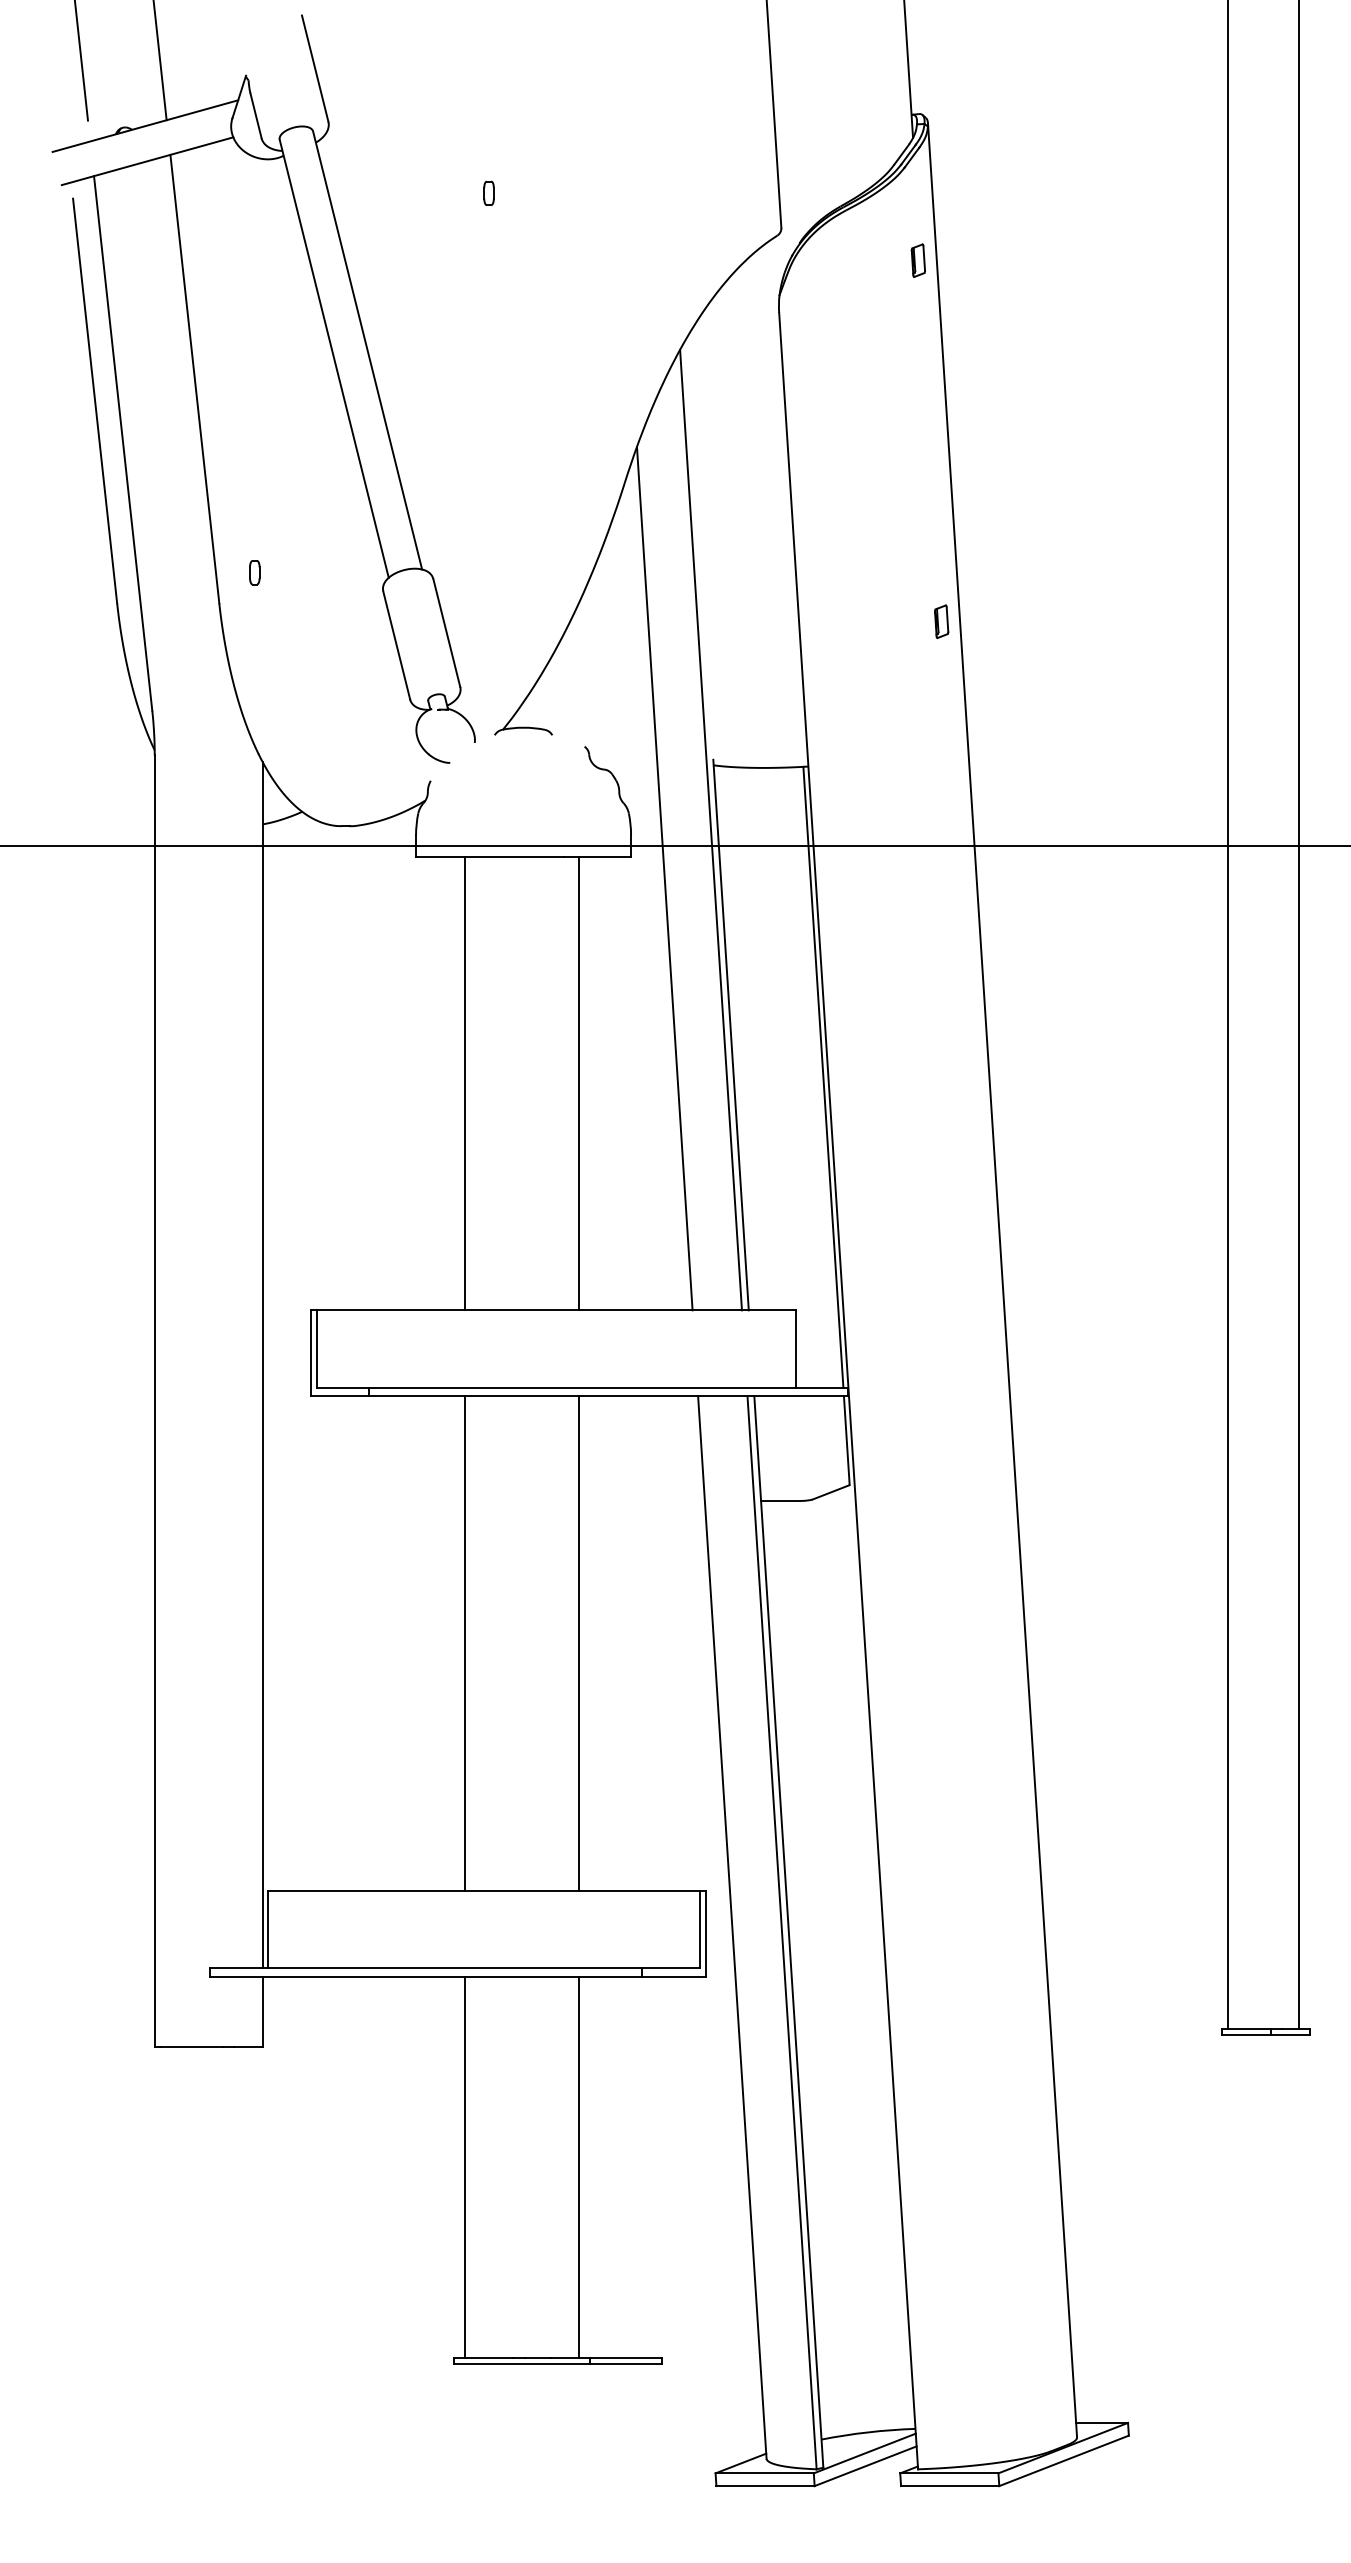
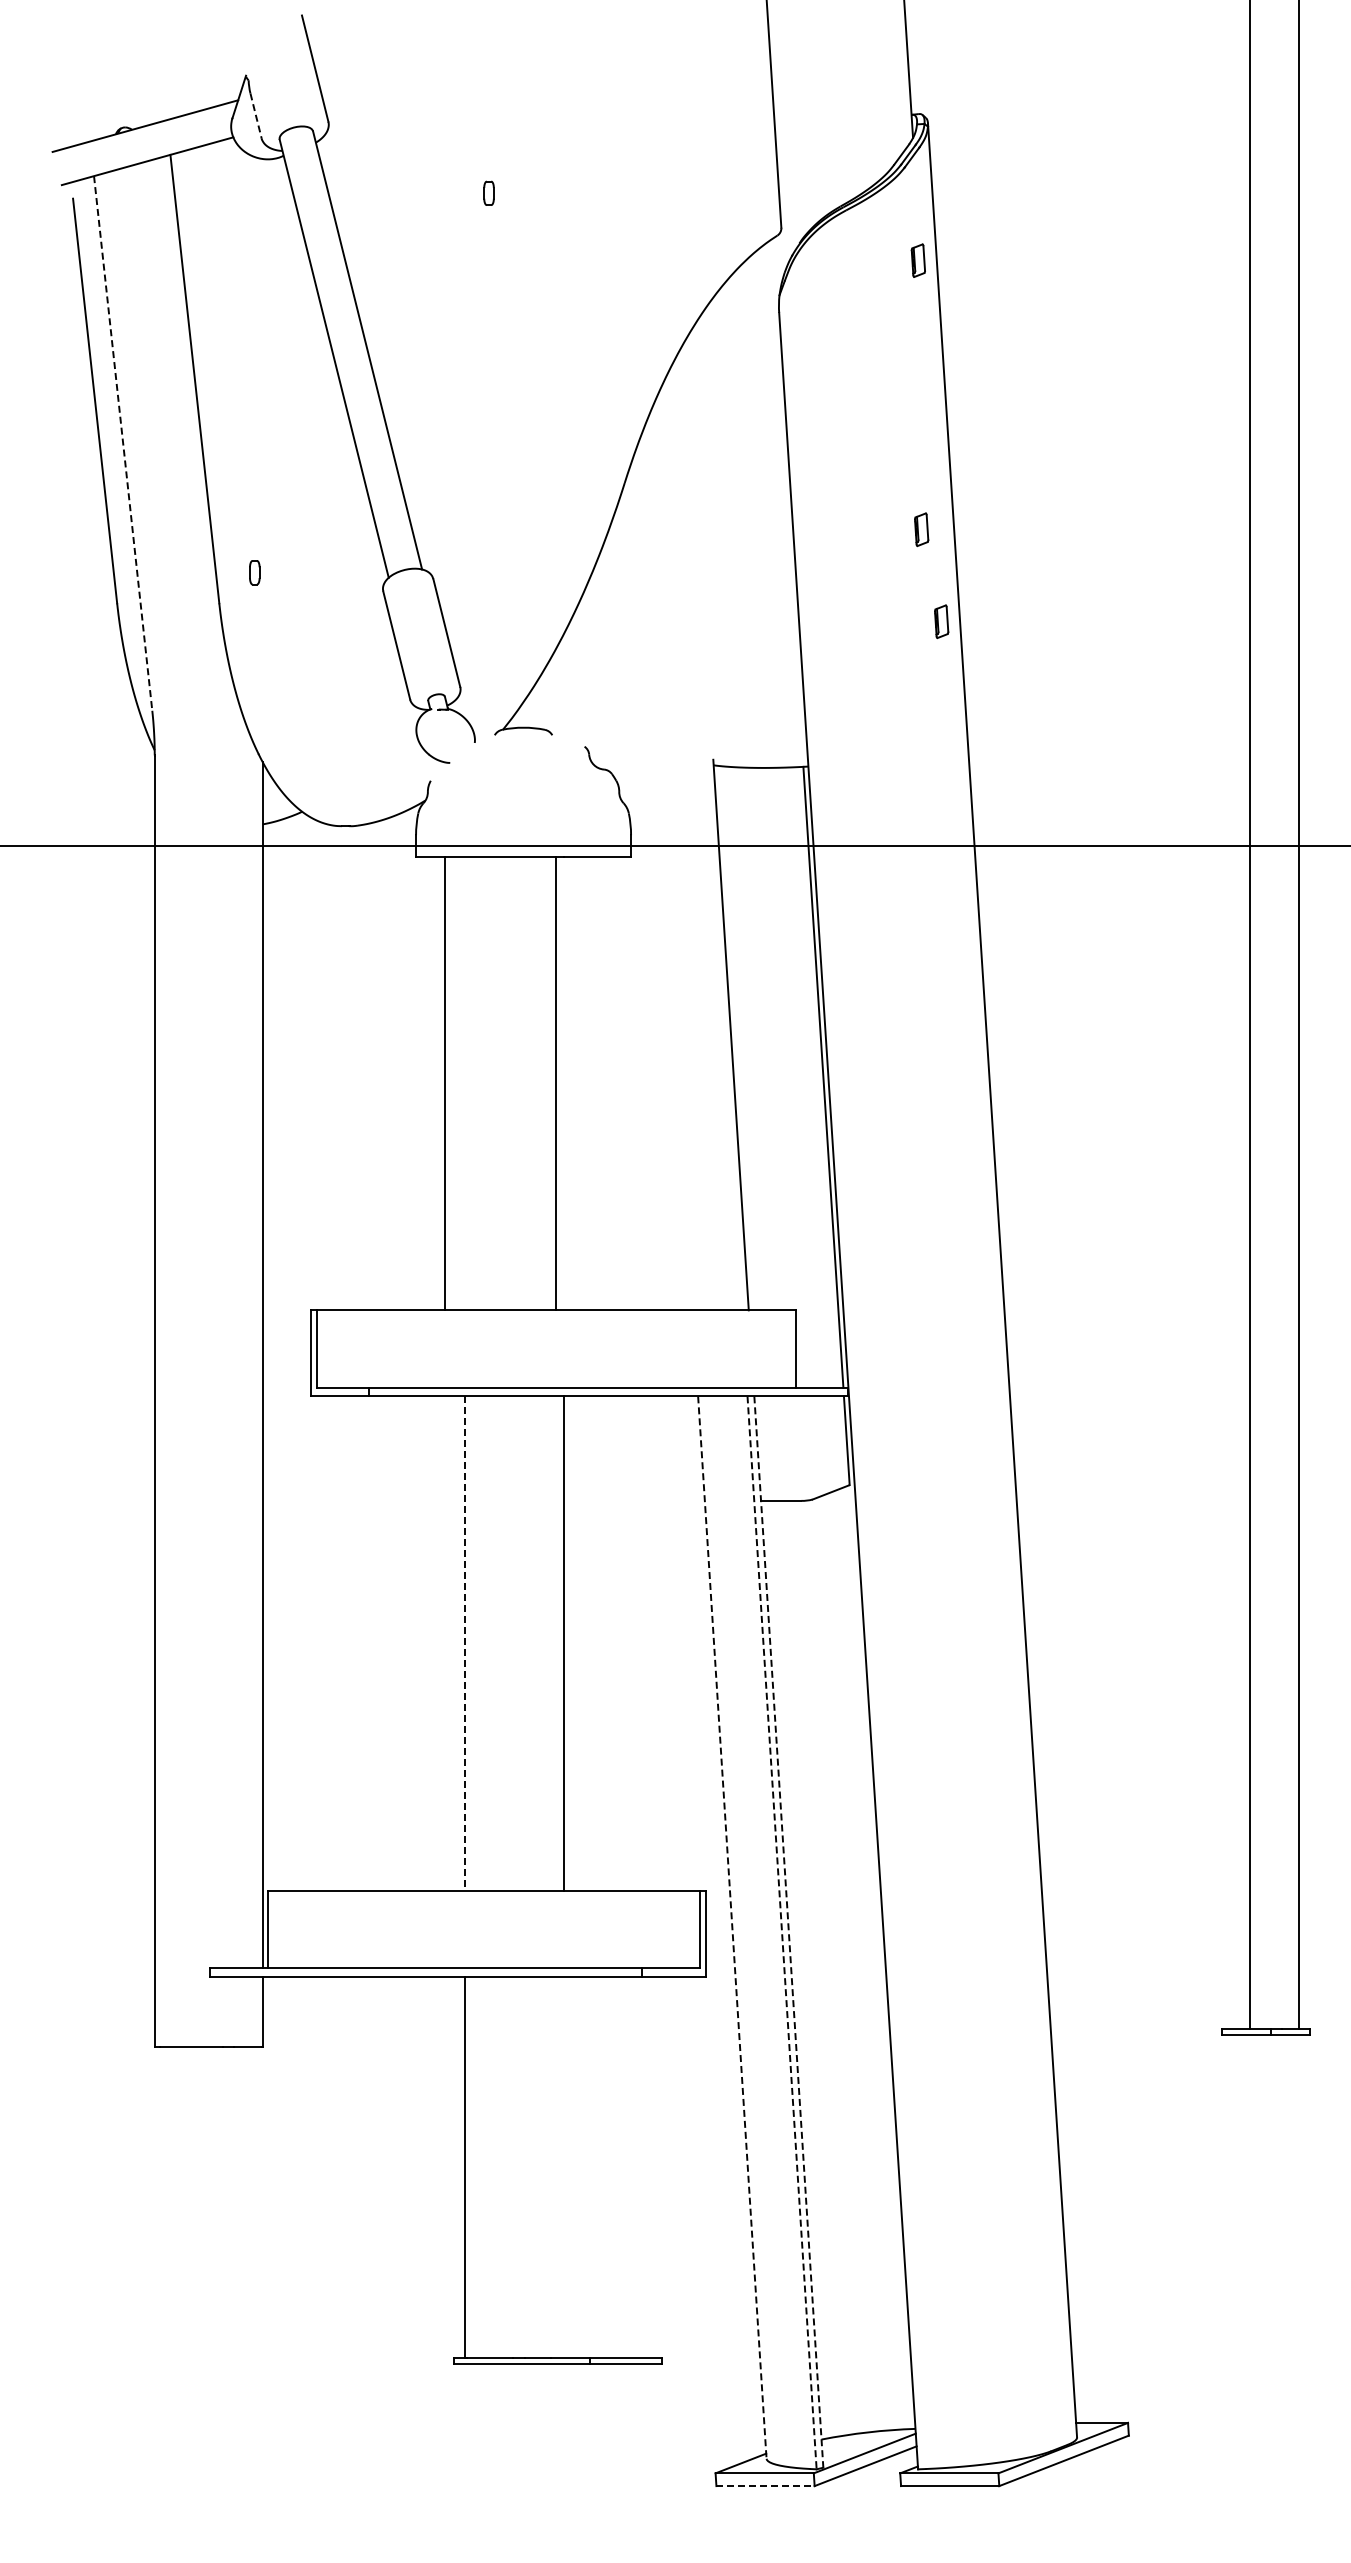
line at (81, 61): present -> none
line at (159, 61): present -> none
line at (256, 116): solid -> dashed
line at (123, 443): solid -> dashed
part at (921, 529): none -> present
line at (710, 829): present -> none
line at (664, 878): present -> none
line at (1227, 1015) position: (1227, 1015) -> (1249, 1015)
line at (464, 1083) position: (464, 1083) -> (444, 1083)
line at (579, 1083) position: (579, 1083) -> (556, 1083)
line at (579, 1643) position: (579, 1643) -> (564, 1643)
line at (464, 1644): solid -> dashed
line at (732, 1928): solid -> dashed
line at (782, 1932): solid -> dashed
line at (788, 1932): solid -> dashed
line at (579, 2166): present -> none
line at (766, 2486): solid -> dashed
